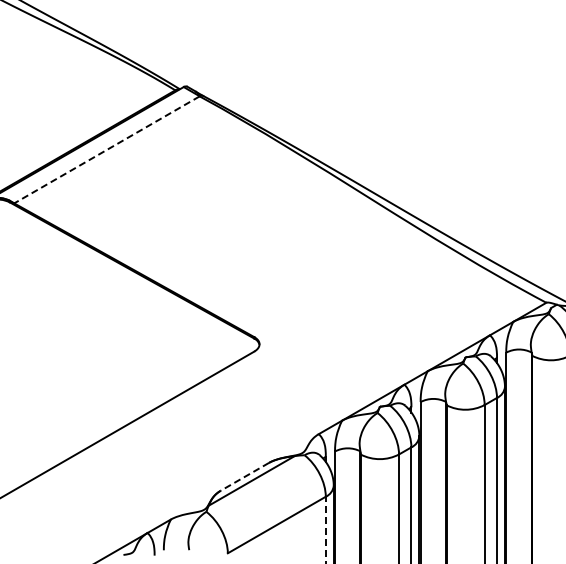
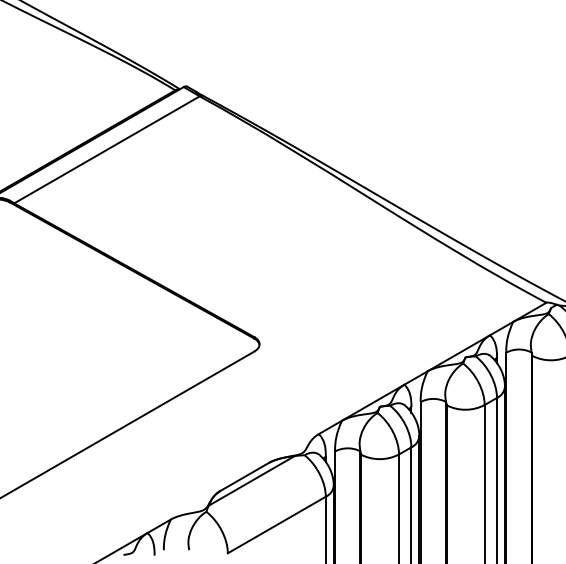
line at (106, 150): dashed -> solid
line at (244, 476): dashed -> solid
line at (325, 529): dashed -> solid
